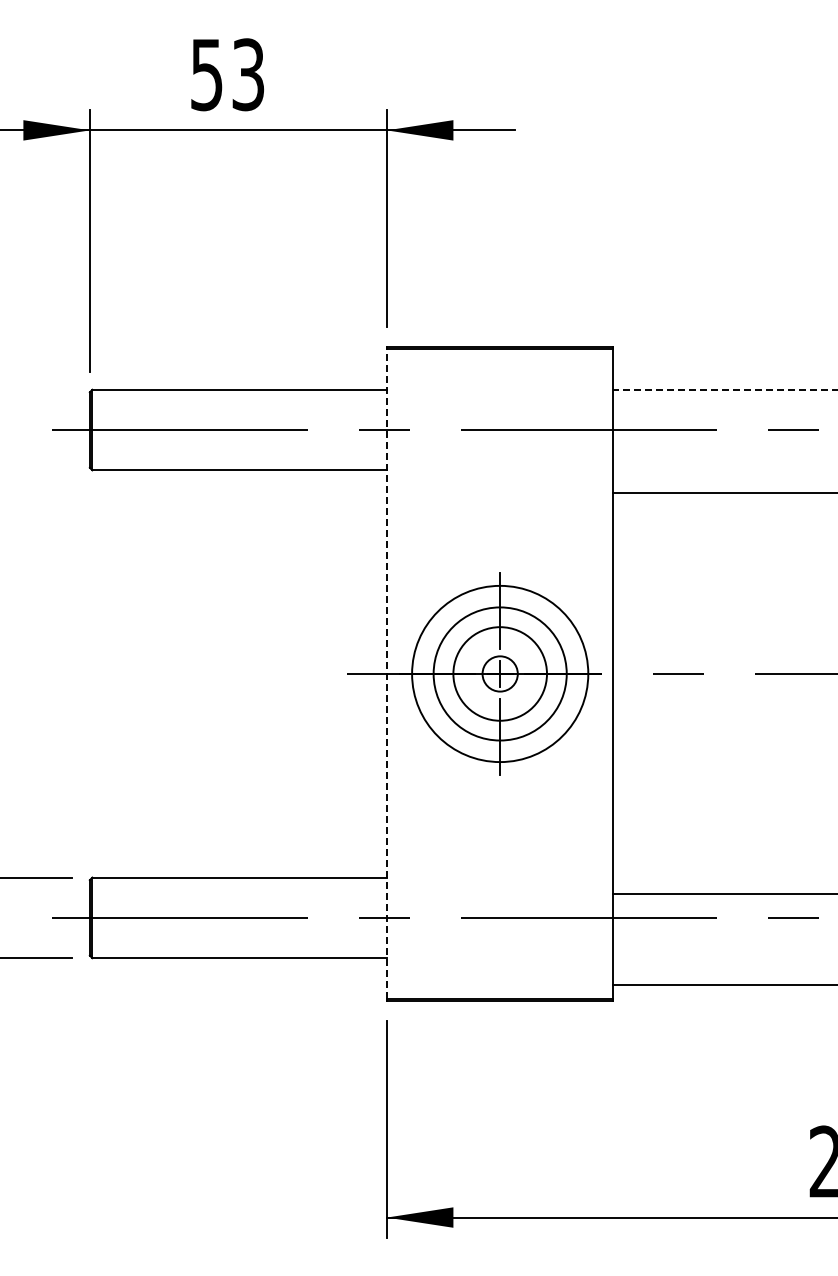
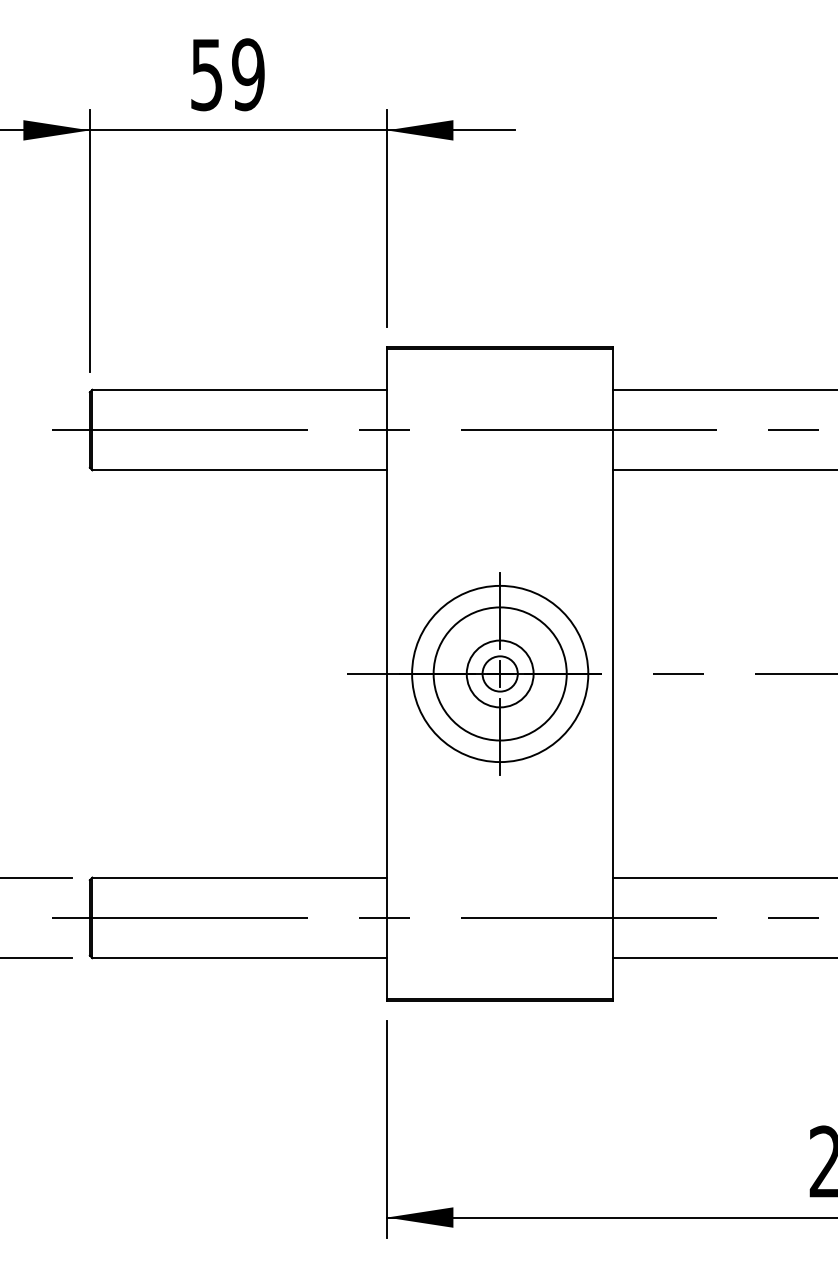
text at (248, 74): 53 -> 59
line at (725, 389): dashed -> solid
line at (723, 493) position: (723, 493) -> (723, 470)
line at (386, 673): dashed -> solid
circle at (499, 673) diameter: 94 px -> 67 px
line at (723, 893) position: (723, 893) -> (723, 877)
line at (723, 985) position: (723, 985) -> (723, 958)
